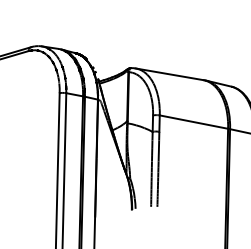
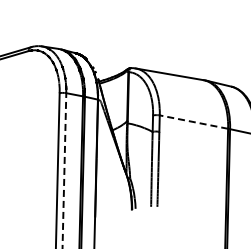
line at (193, 122): solid -> dashed
line at (64, 170): solid -> dashed
